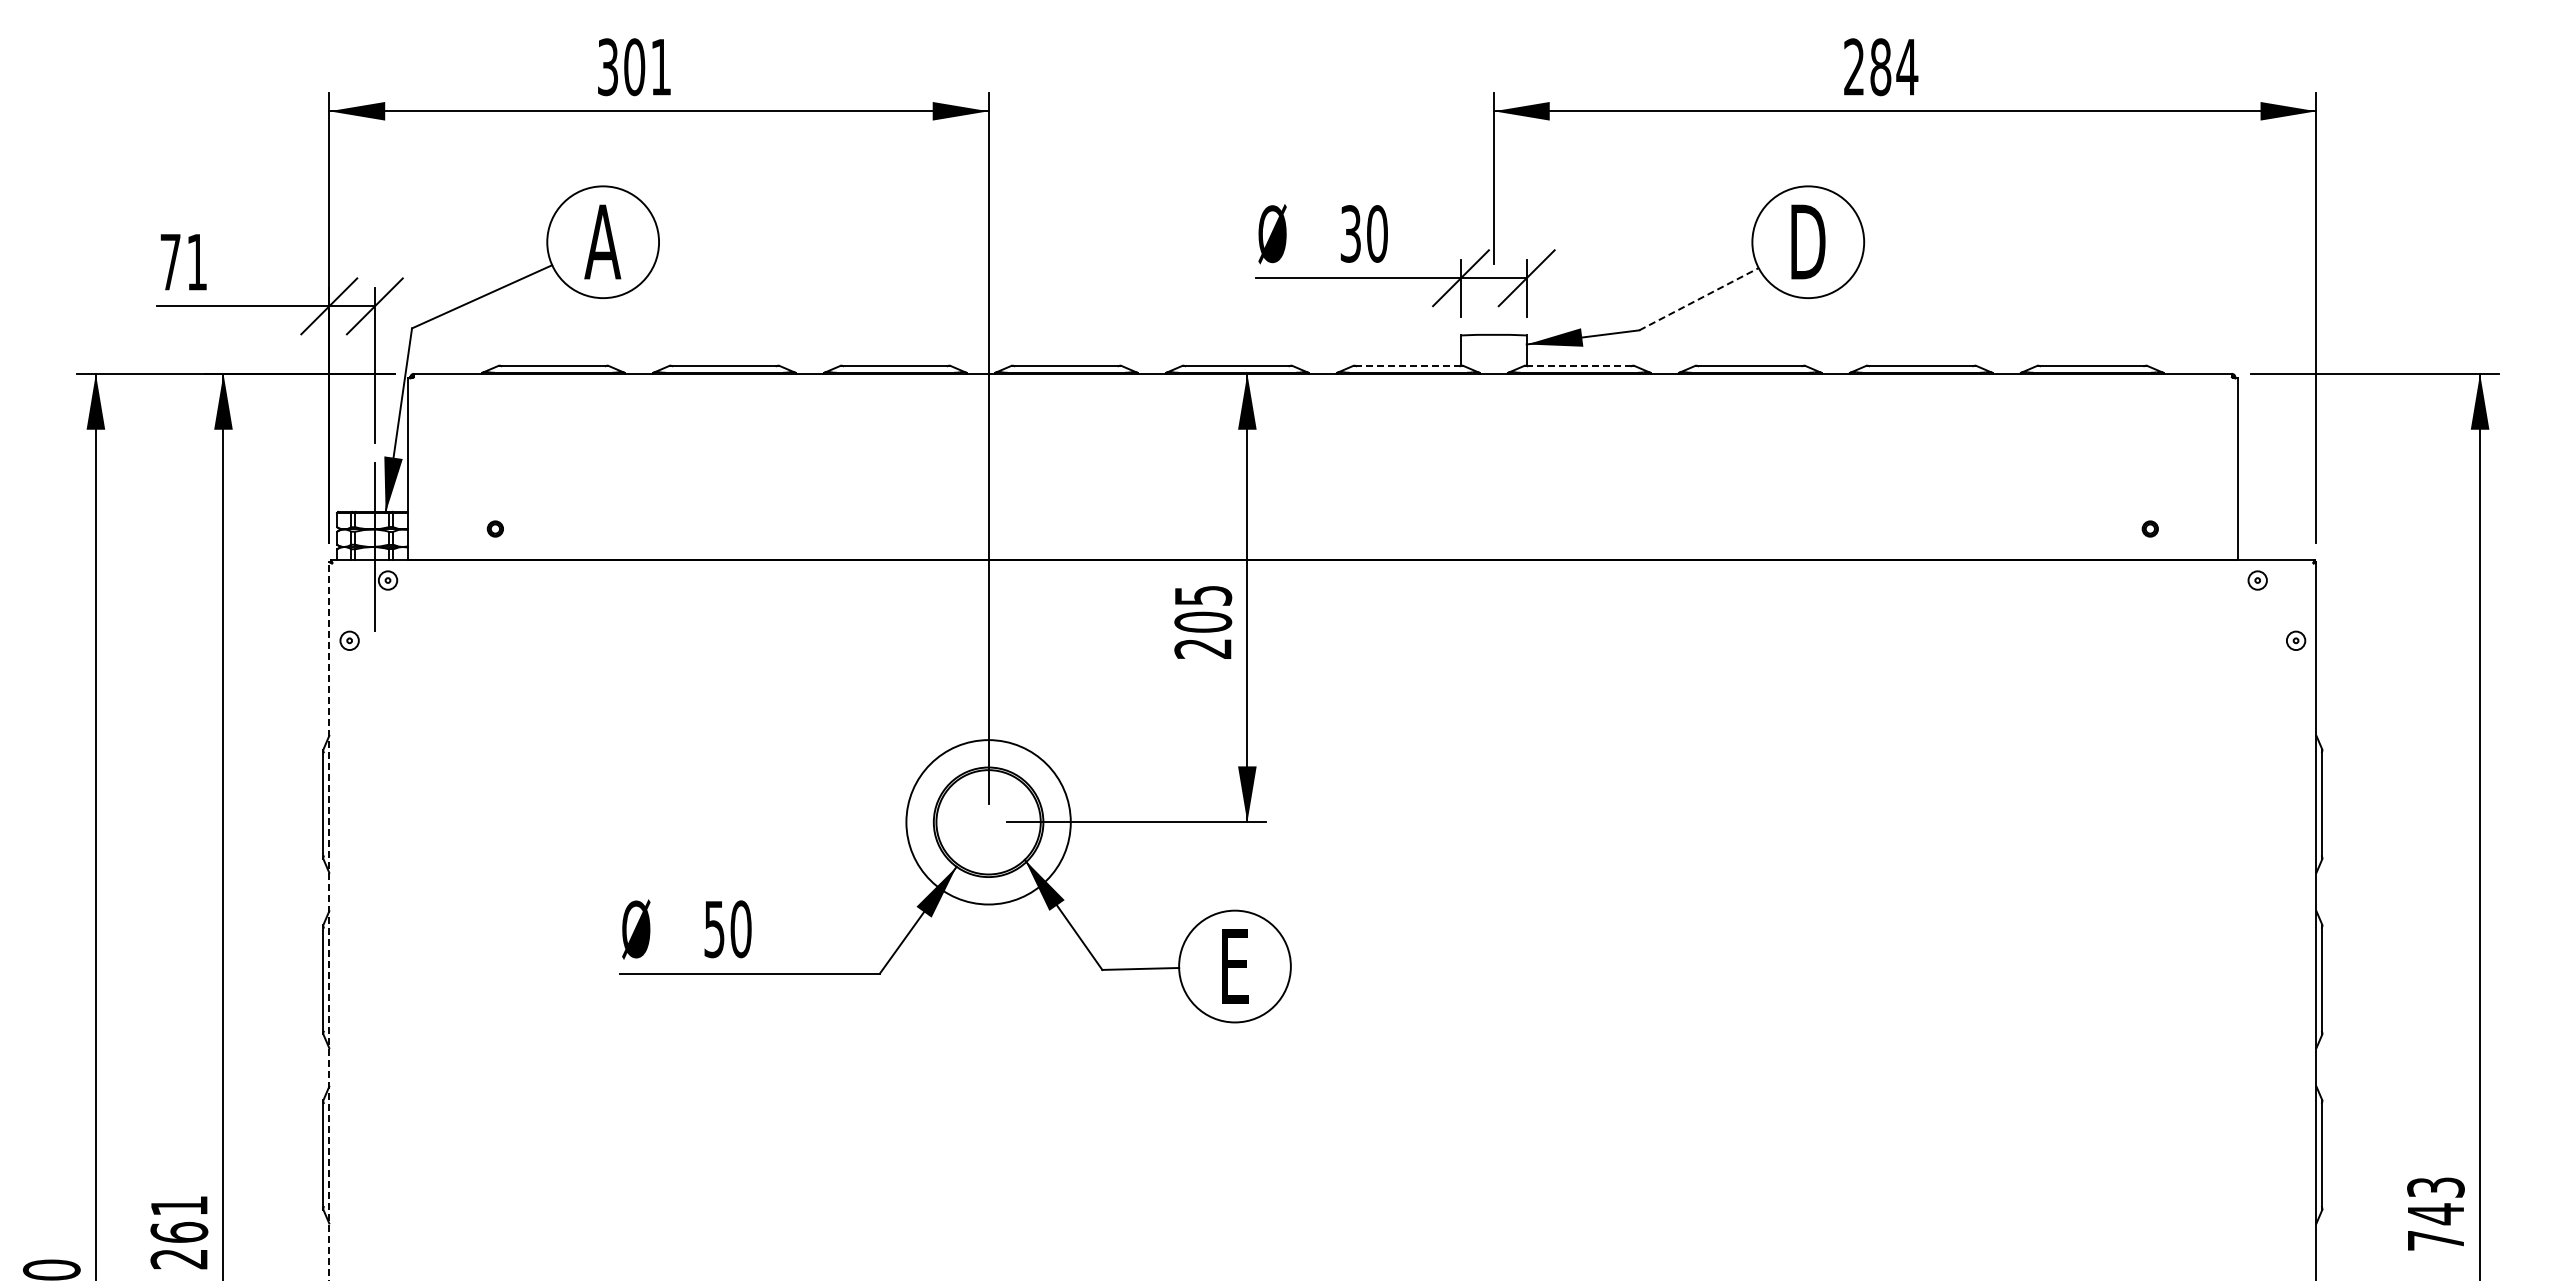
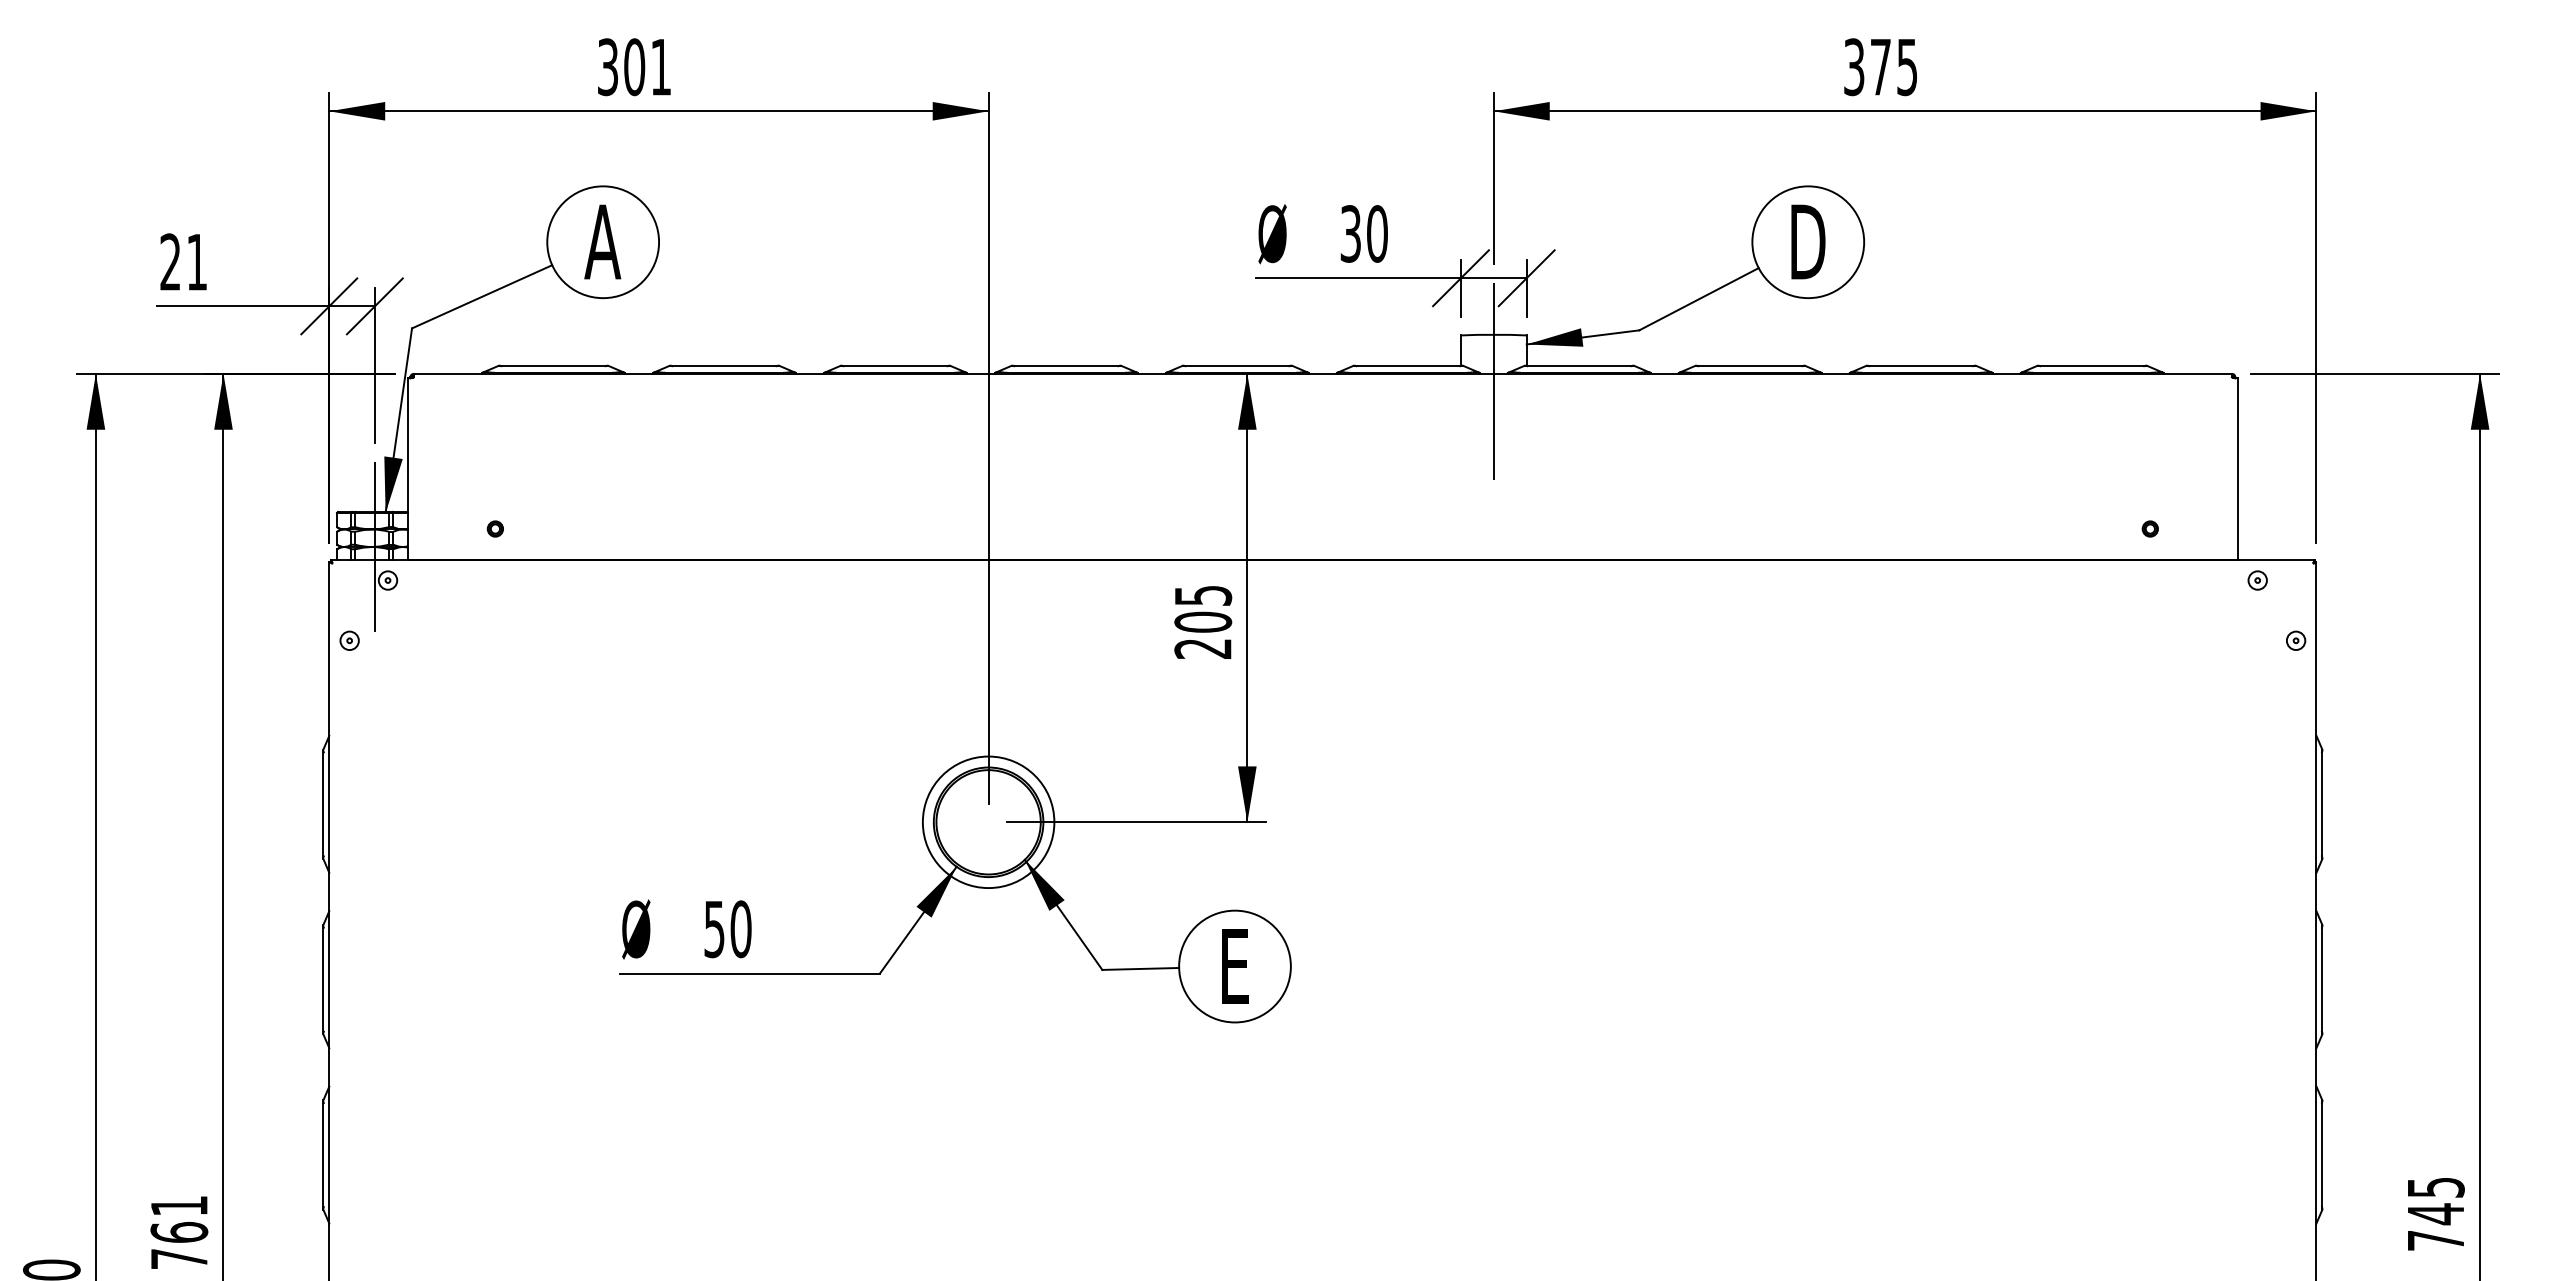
text at (1881, 67): 284 -> 375
text at (170, 261): 71 -> 21
line at (1699, 299): dashed -> solid
line at (1408, 365): dashed -> solid
line at (1579, 365): dashed -> solid
line at (1493, 381): none -> present
circle at (988, 822) diameter: 164 px -> 132 px
line at (329, 920): dashed -> solid
text at (2435, 1187): 743 -> 745
text at (178, 1259): 261 -> 761
